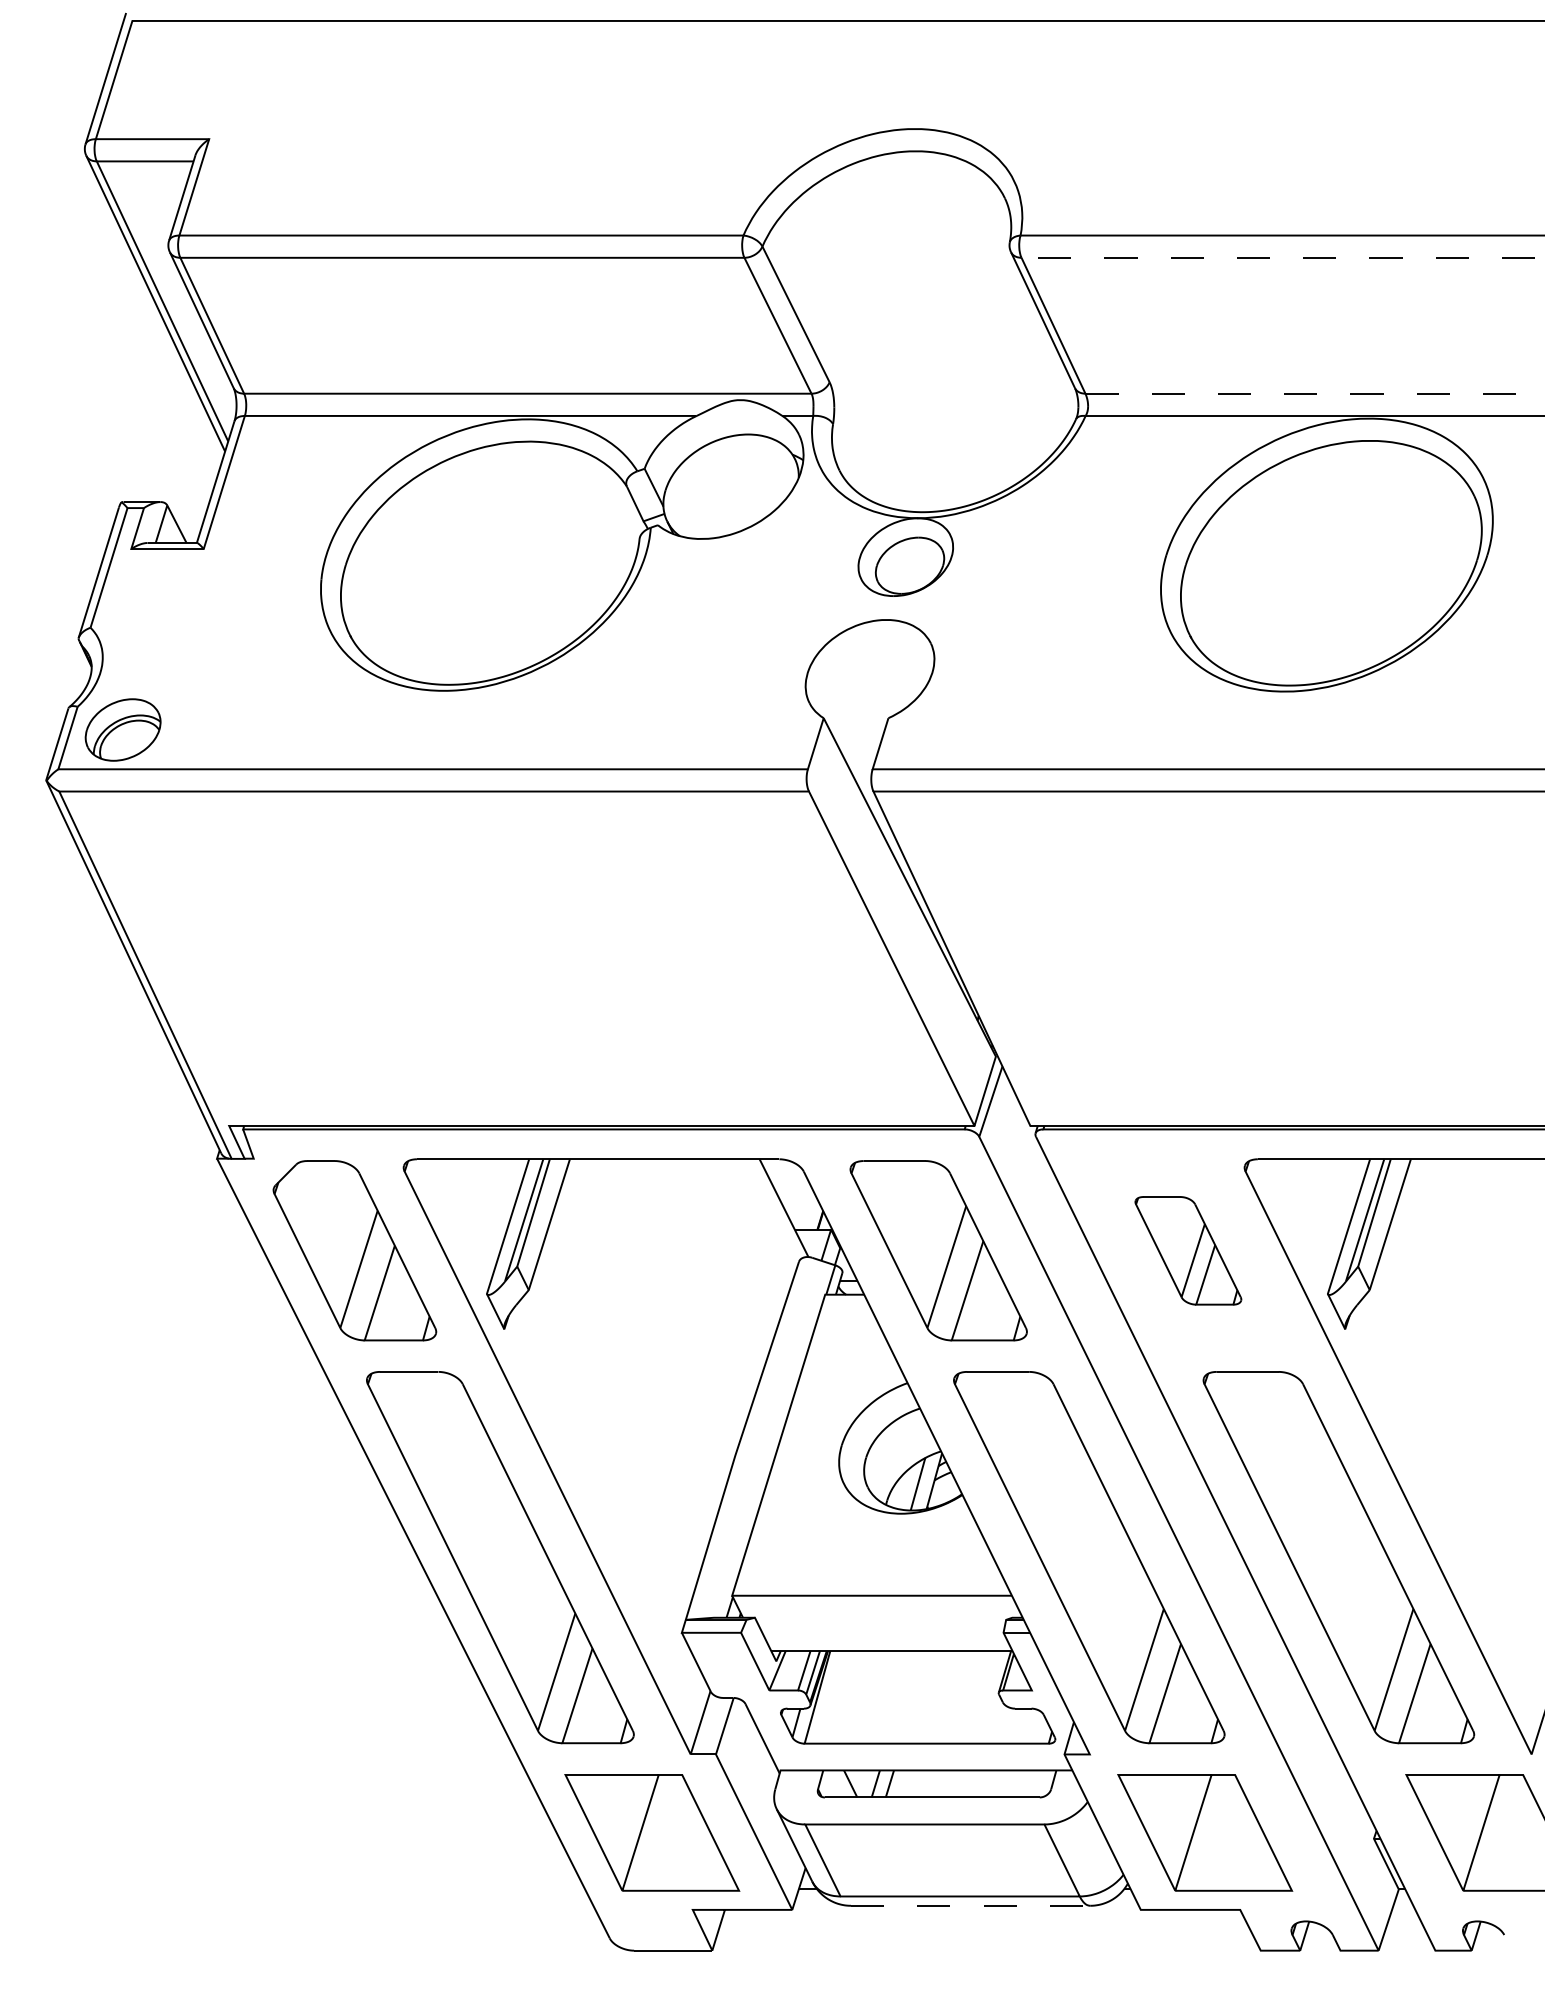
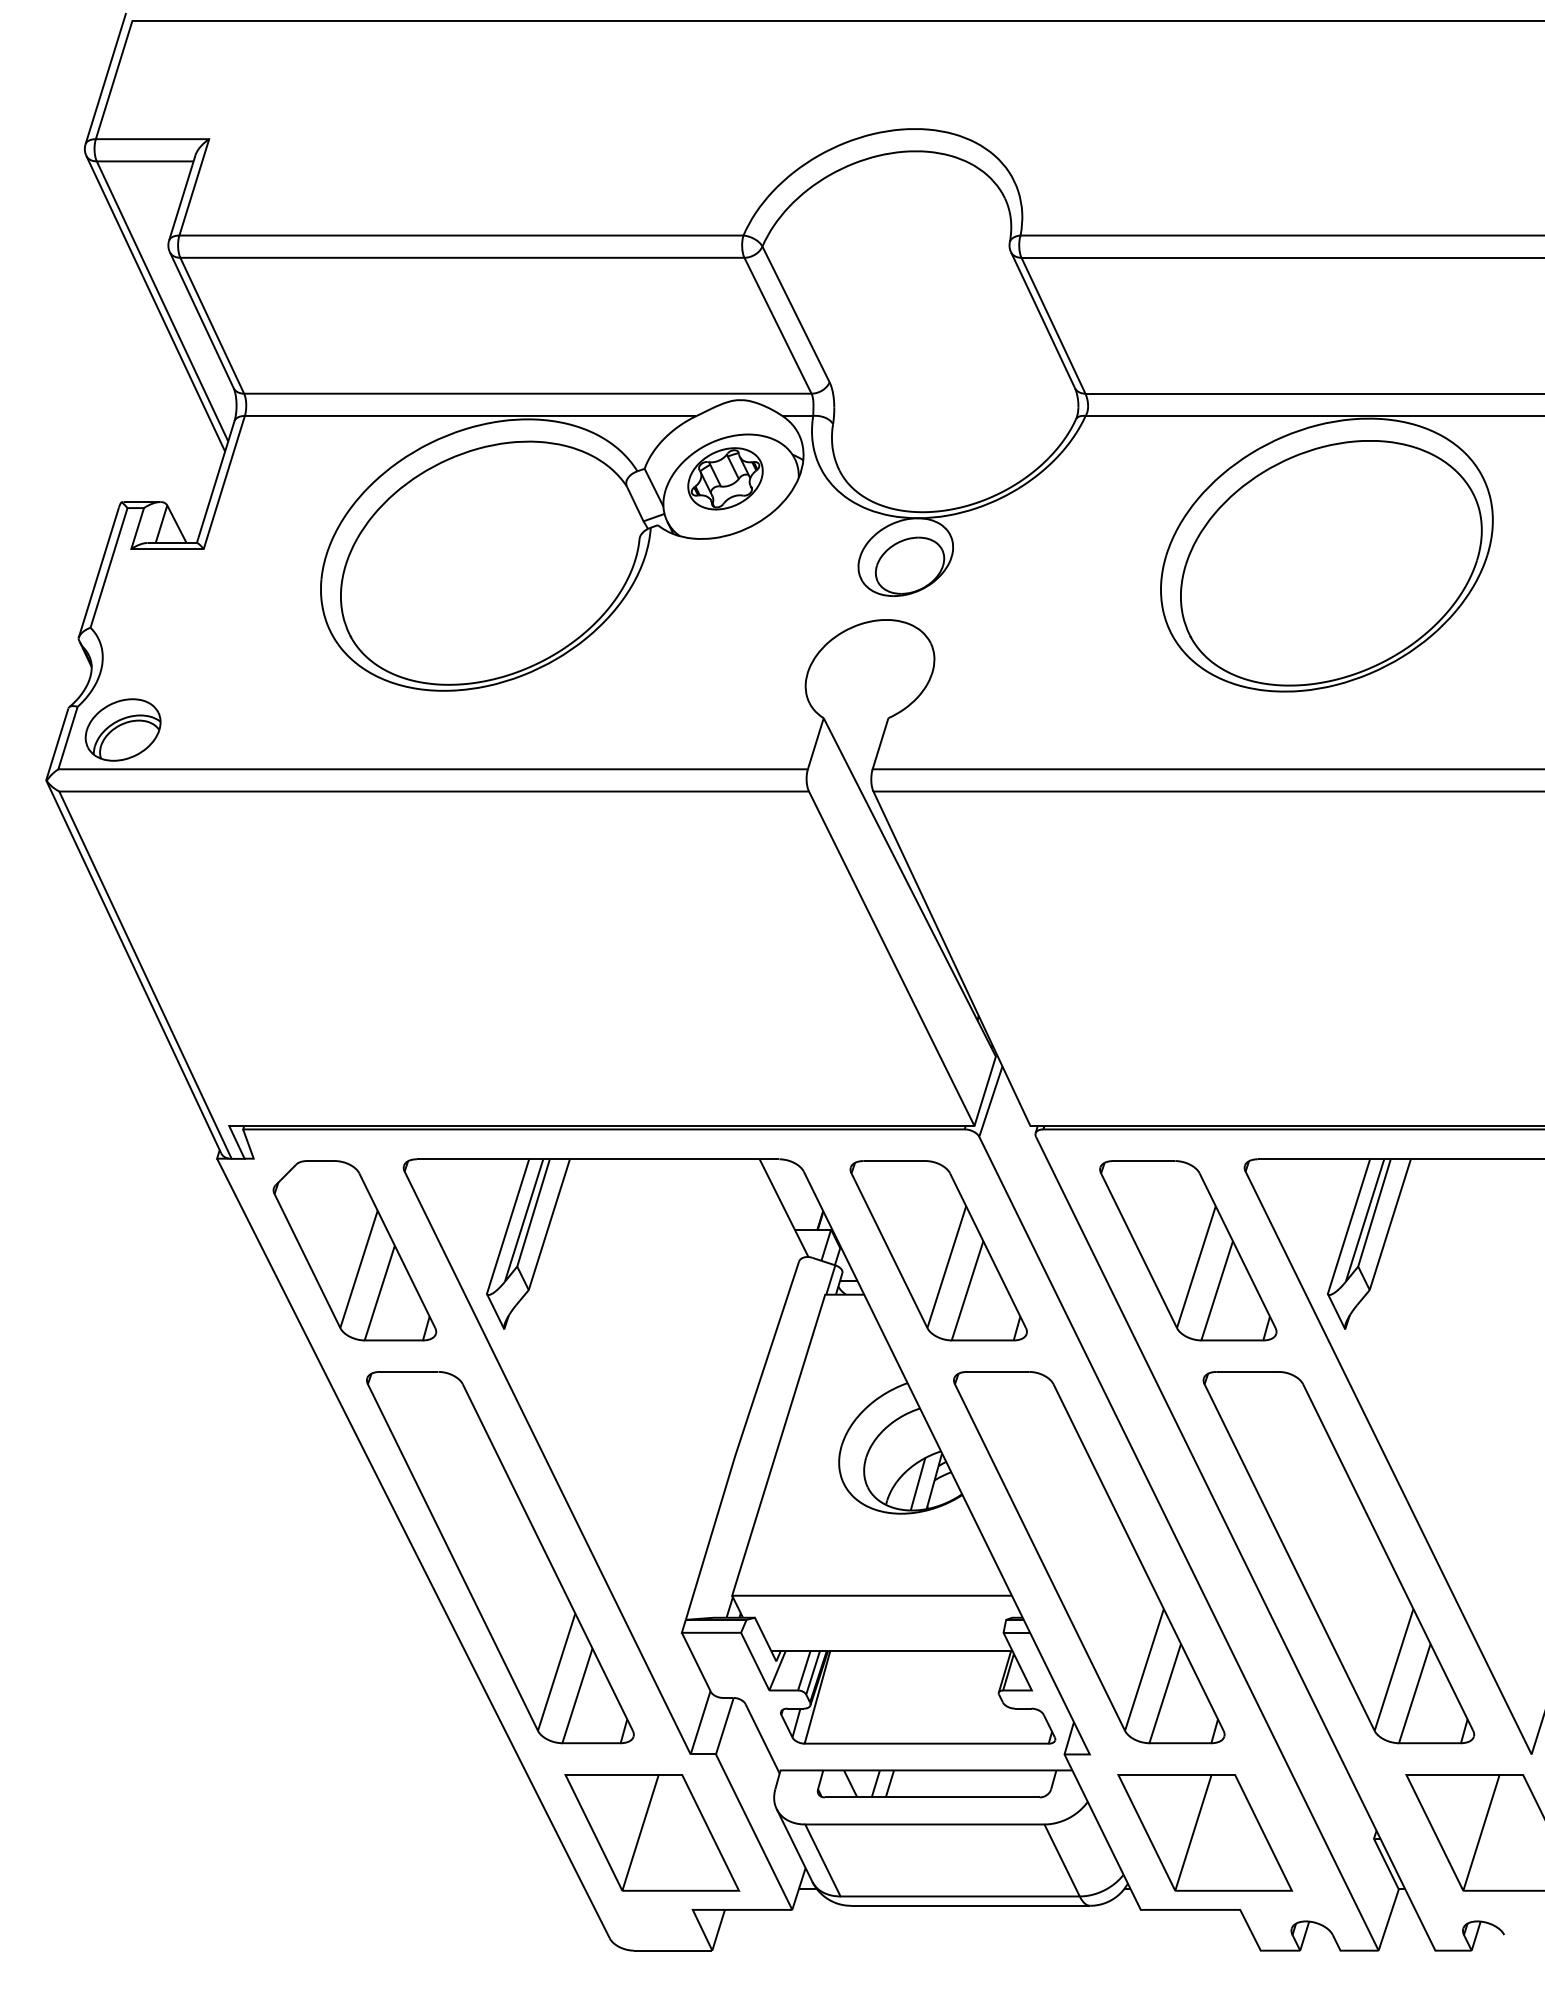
line at (1512, 257): dashed -> solid
part at (725, 478): none -> present
part at (1188, 1250) size: 109x110 px -> 179x182 px
line at (970, 1905): dashed -> solid
